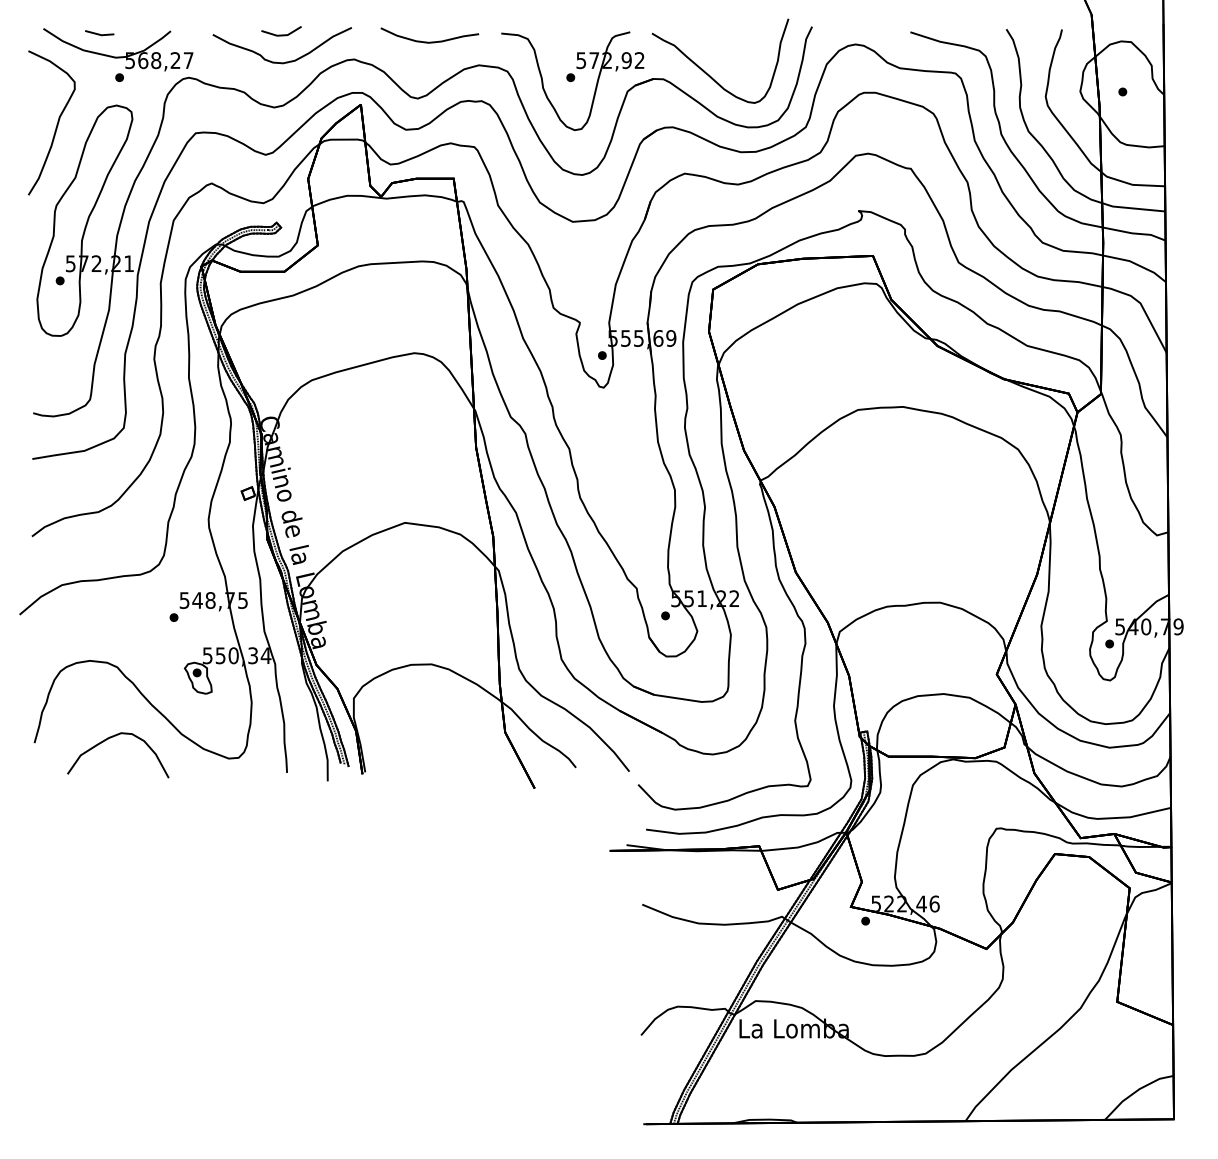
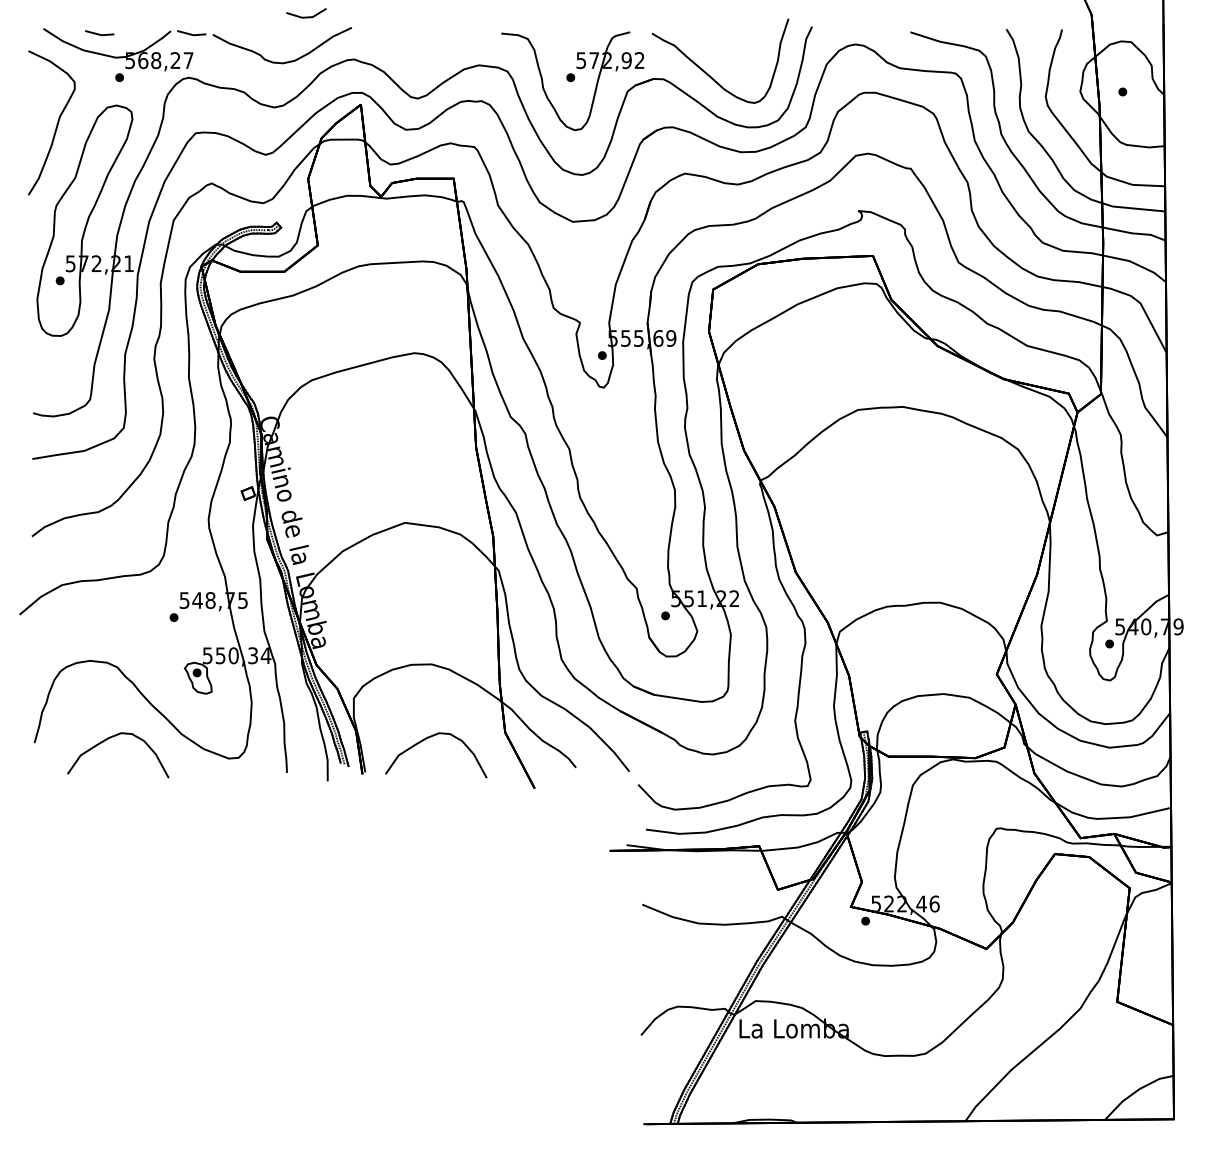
line at (191, 33): none -> present
line at (281, 34) position: (281, 34) -> (306, 16)
curve at (429, 41): present -> none
curve at (431, 737): none -> present
